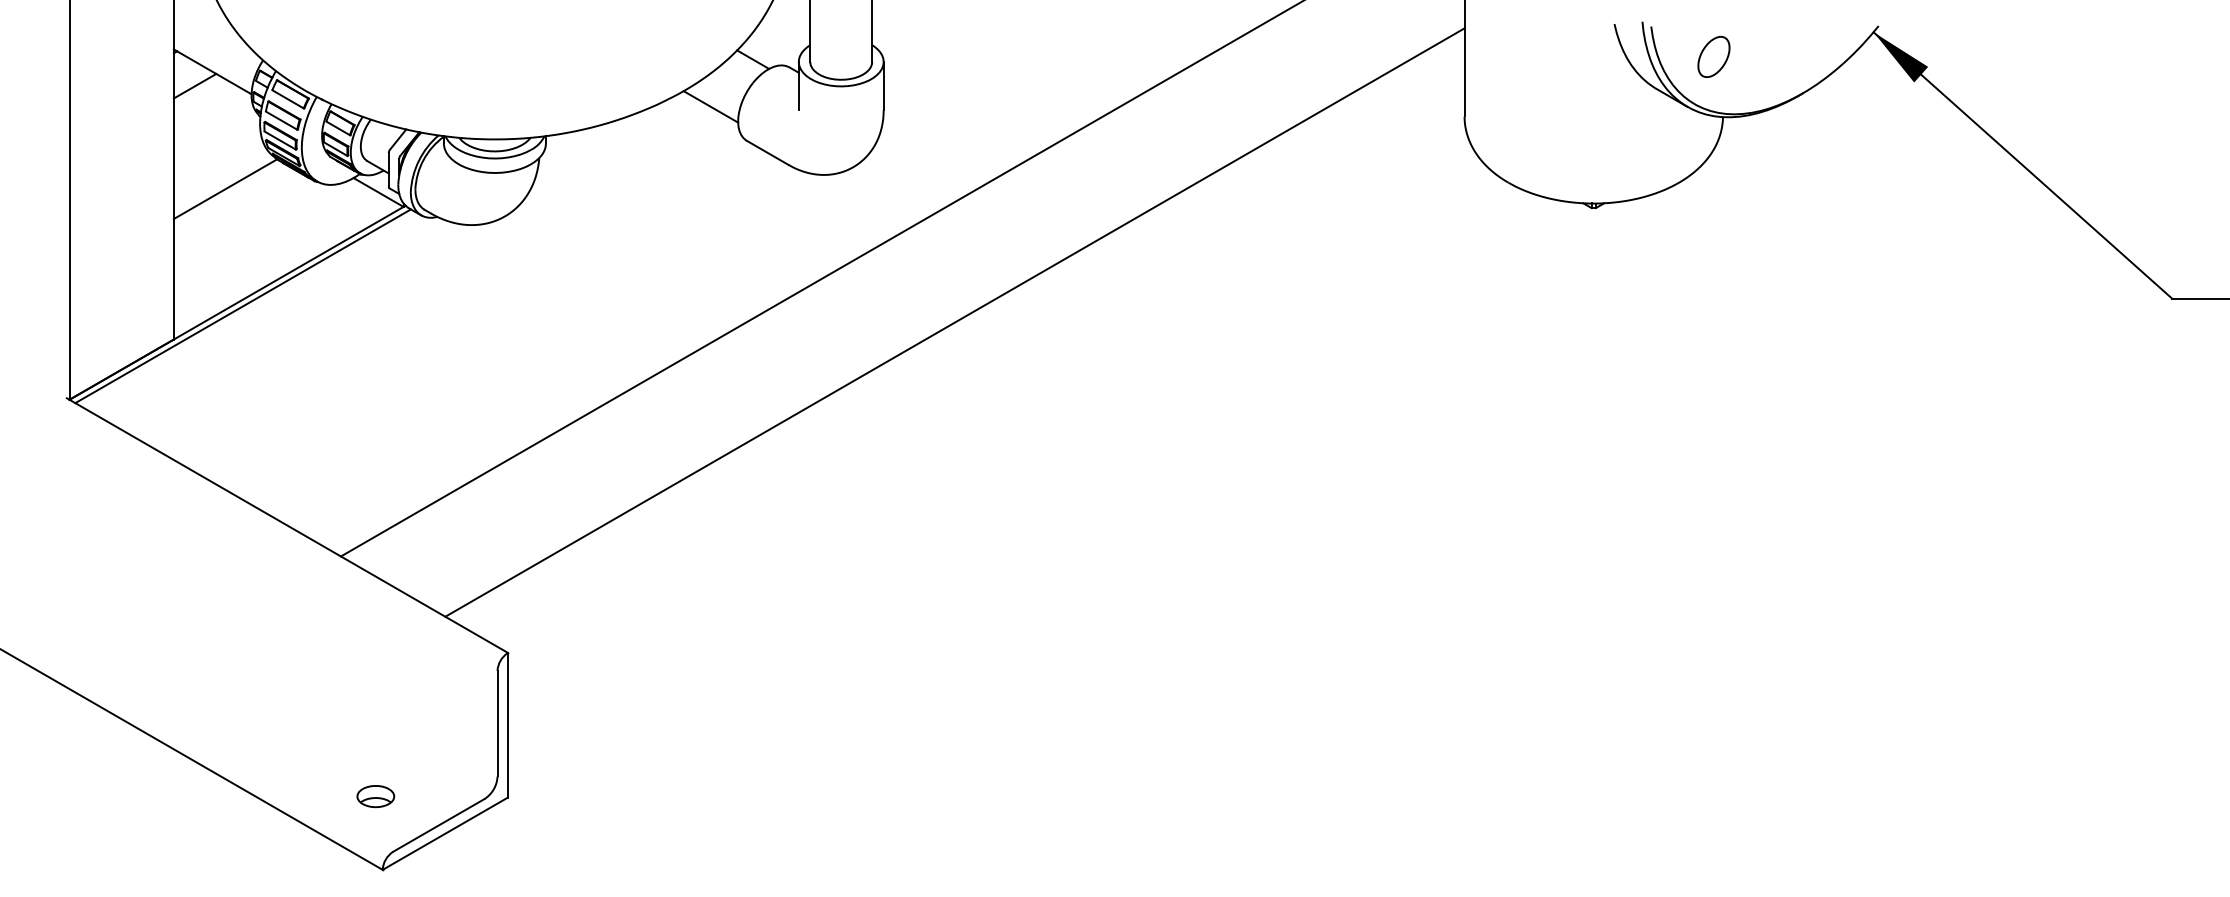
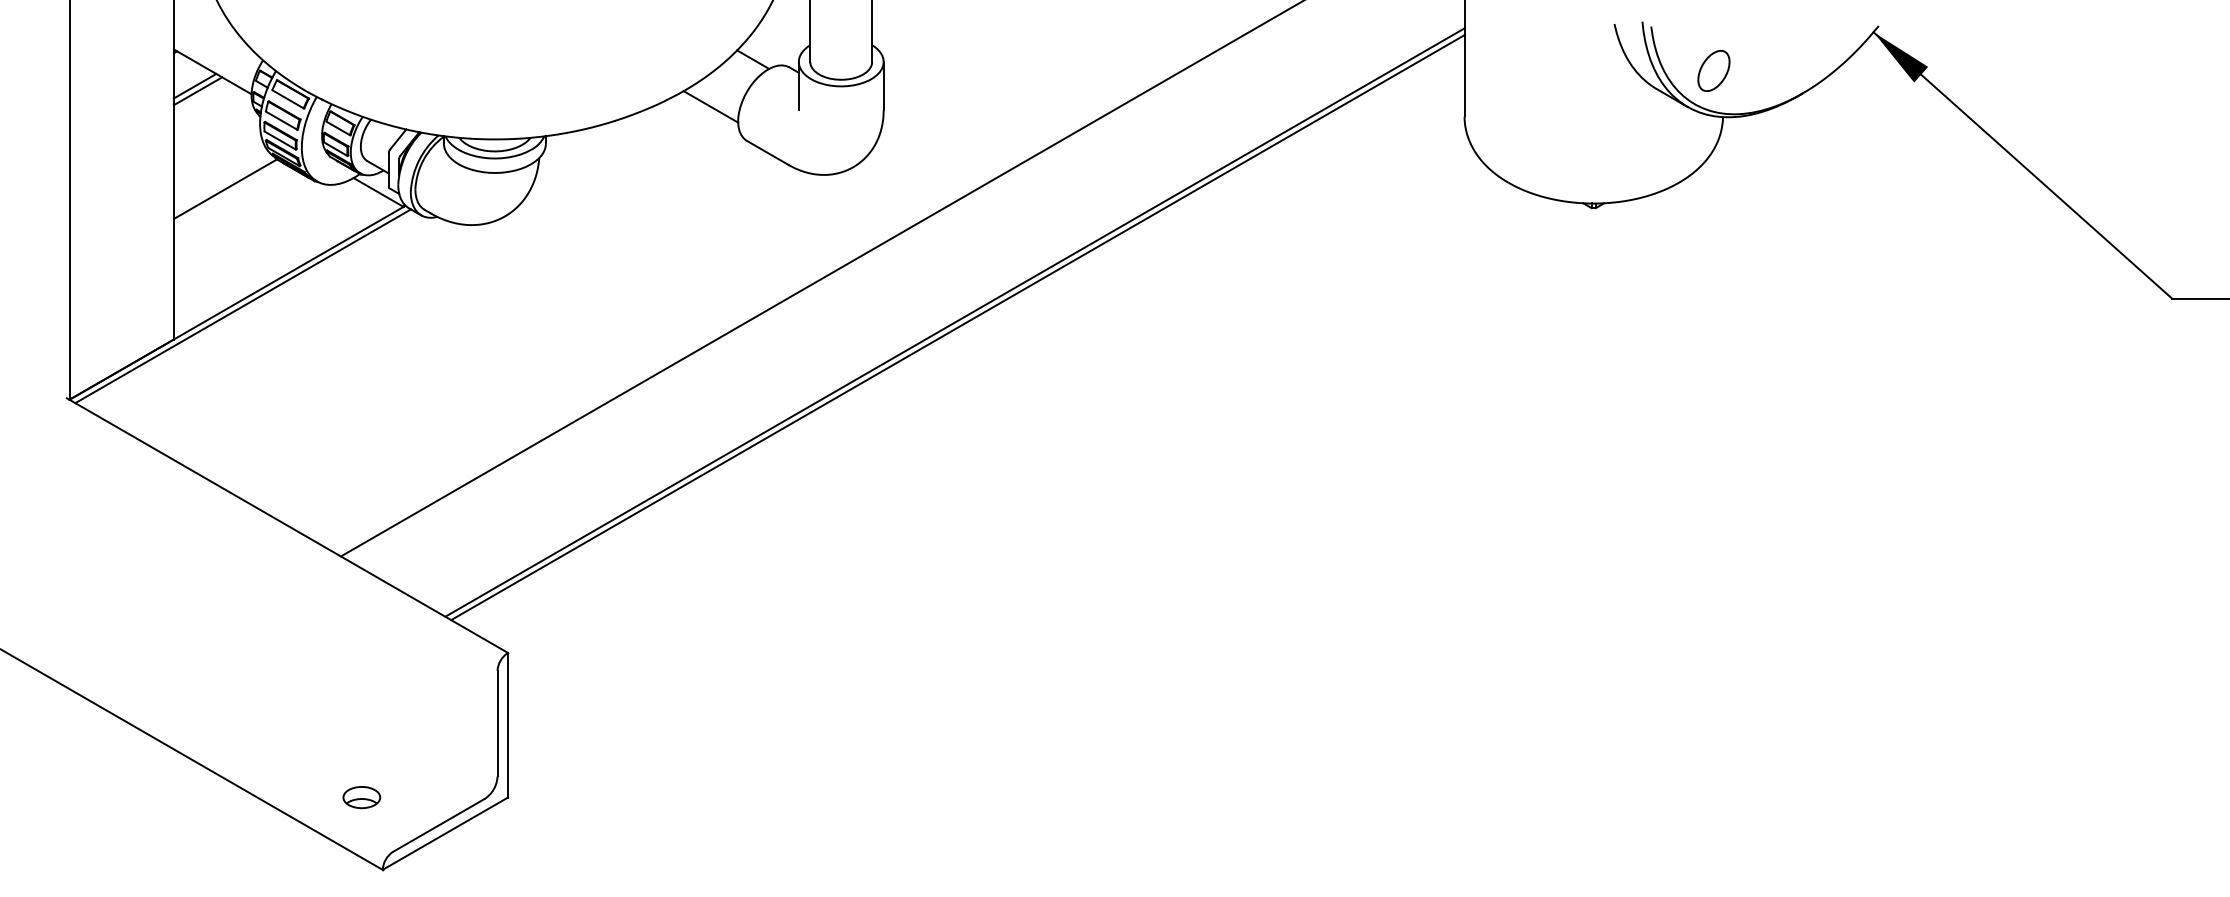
part at (1713, 56) position: (1713, 56) -> (1713, 70)
line at (197, 91): none -> present
line at (957, 327): none -> present
part at (375, 796) position: (375, 796) -> (361, 797)
